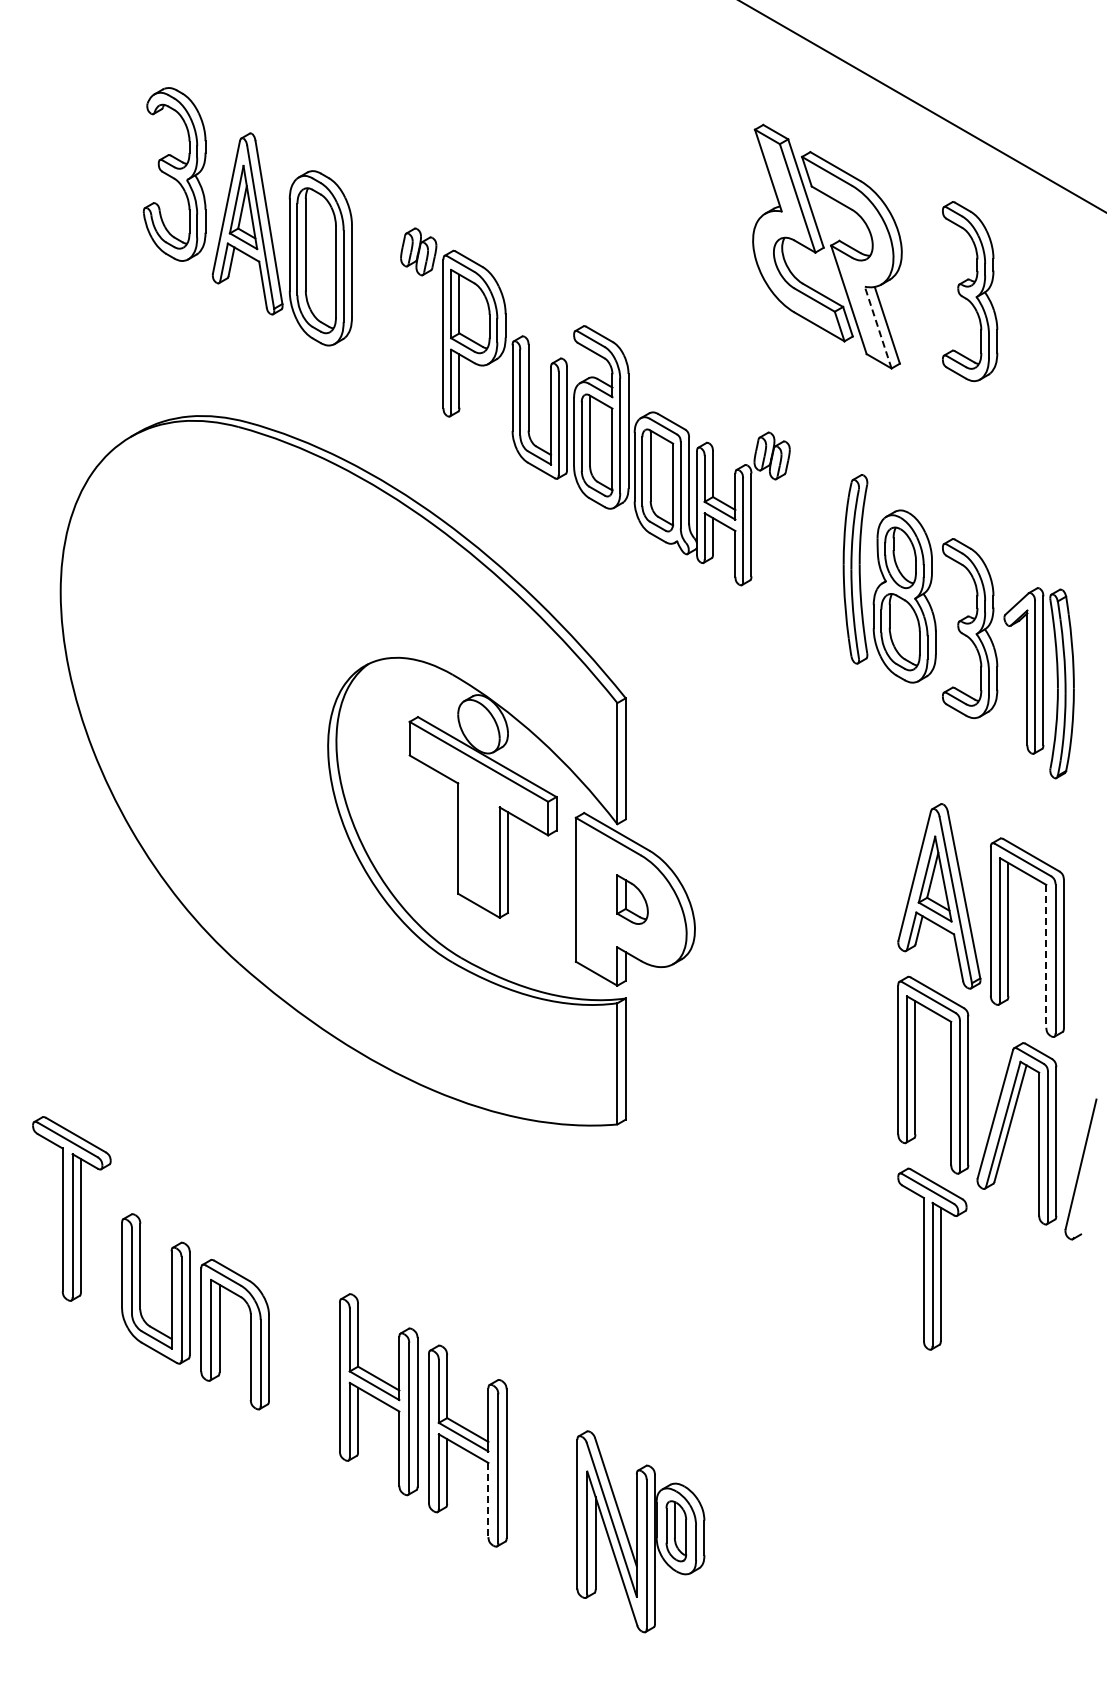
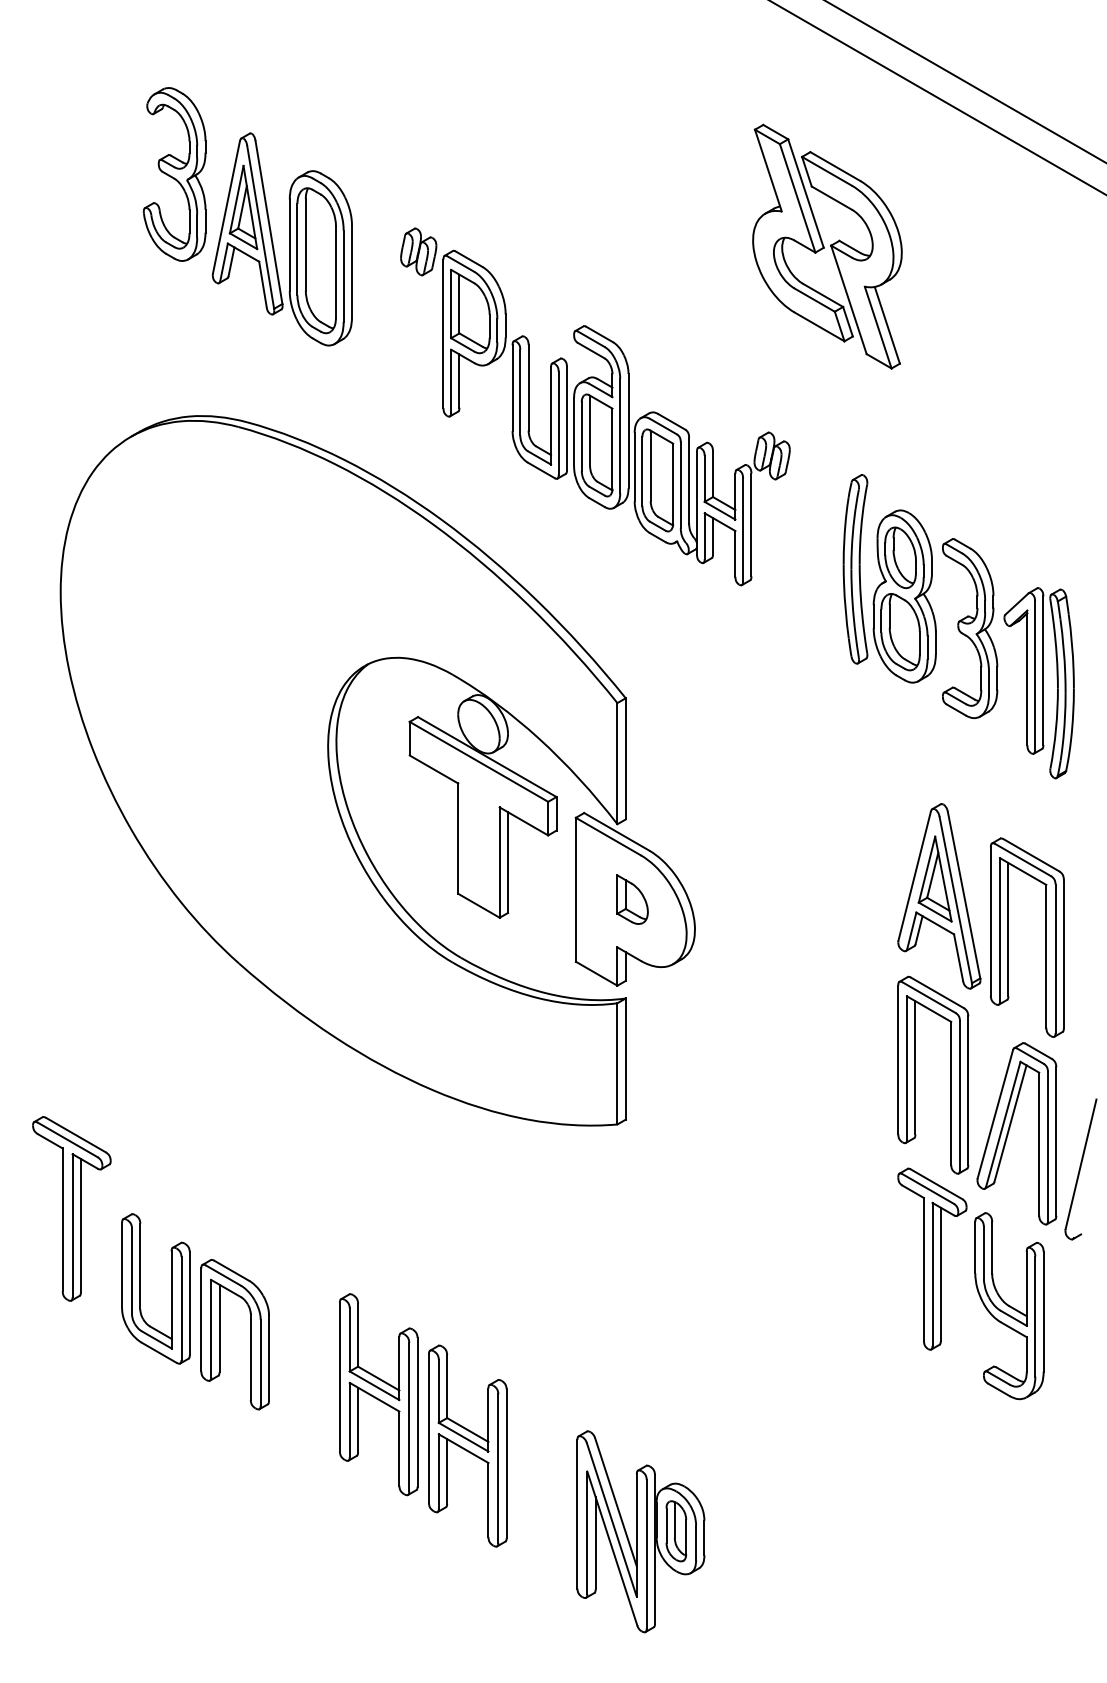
line at (965, 81): none -> present
line at (922, 106) position: (922, 106) -> (937, 97)
part at (970, 291): present -> none
line at (878, 327): dashed -> solid
line at (1046, 956): dashed -> solid
part at (1009, 1306): none -> present
line at (488, 1500): dashed -> solid
